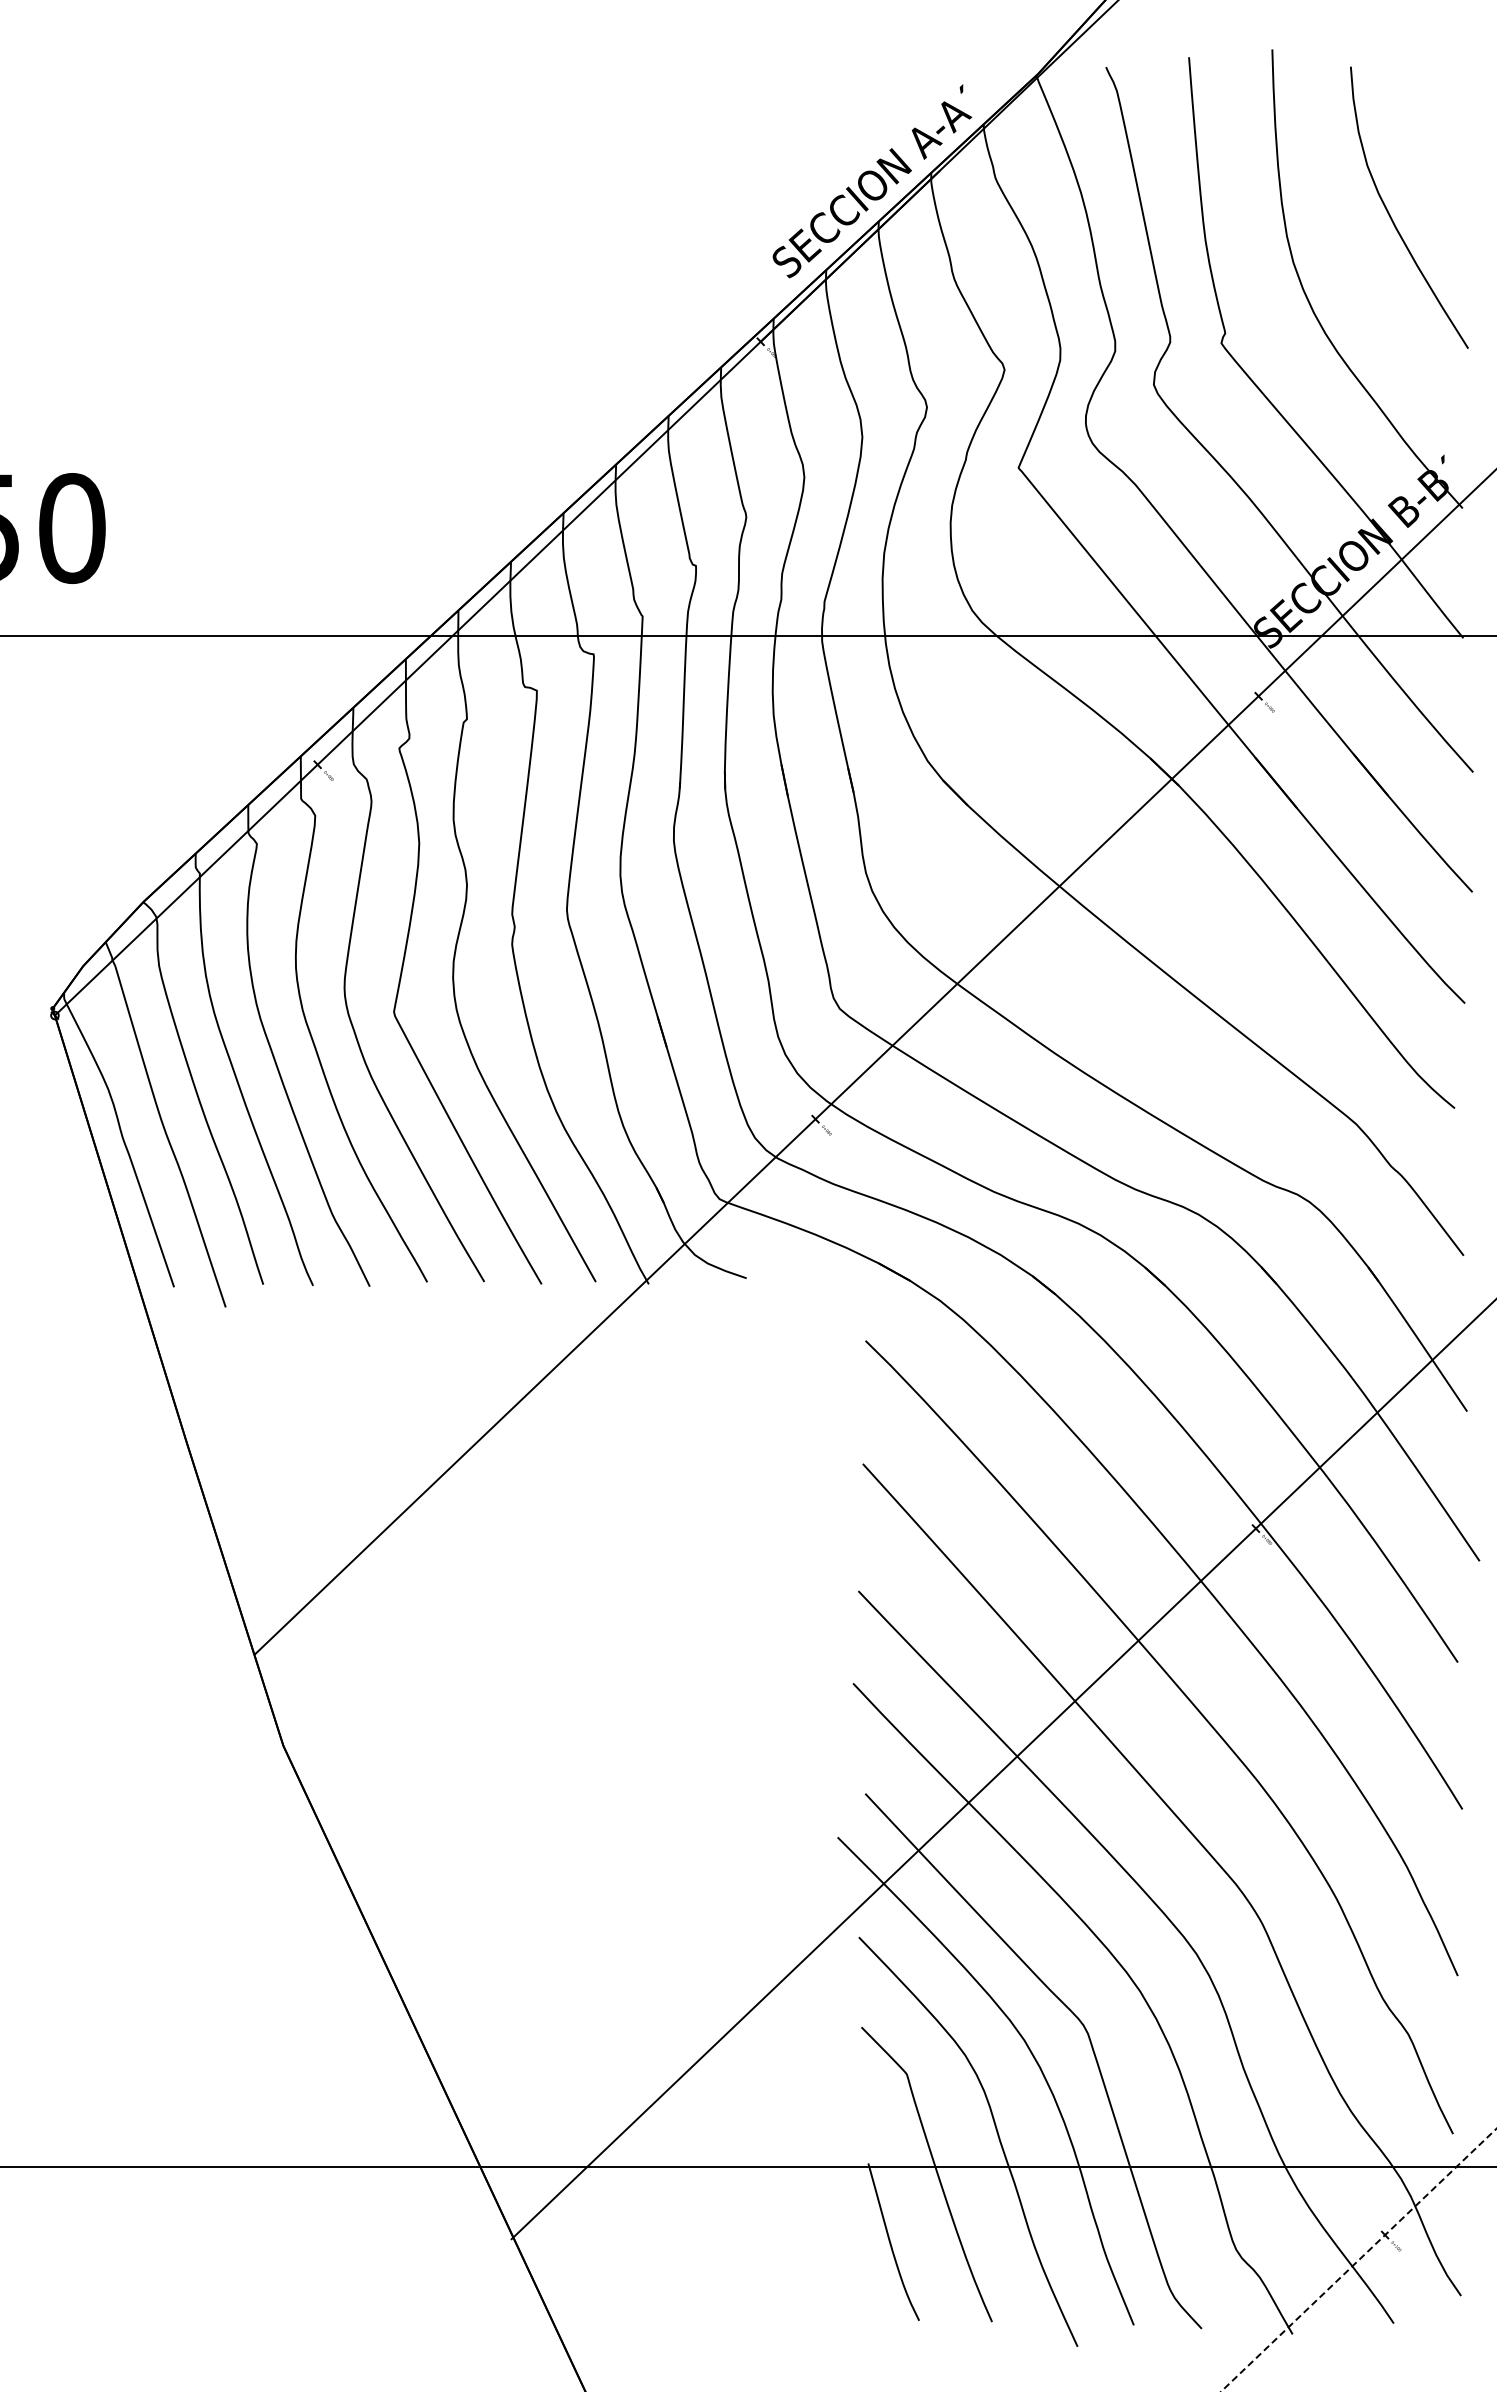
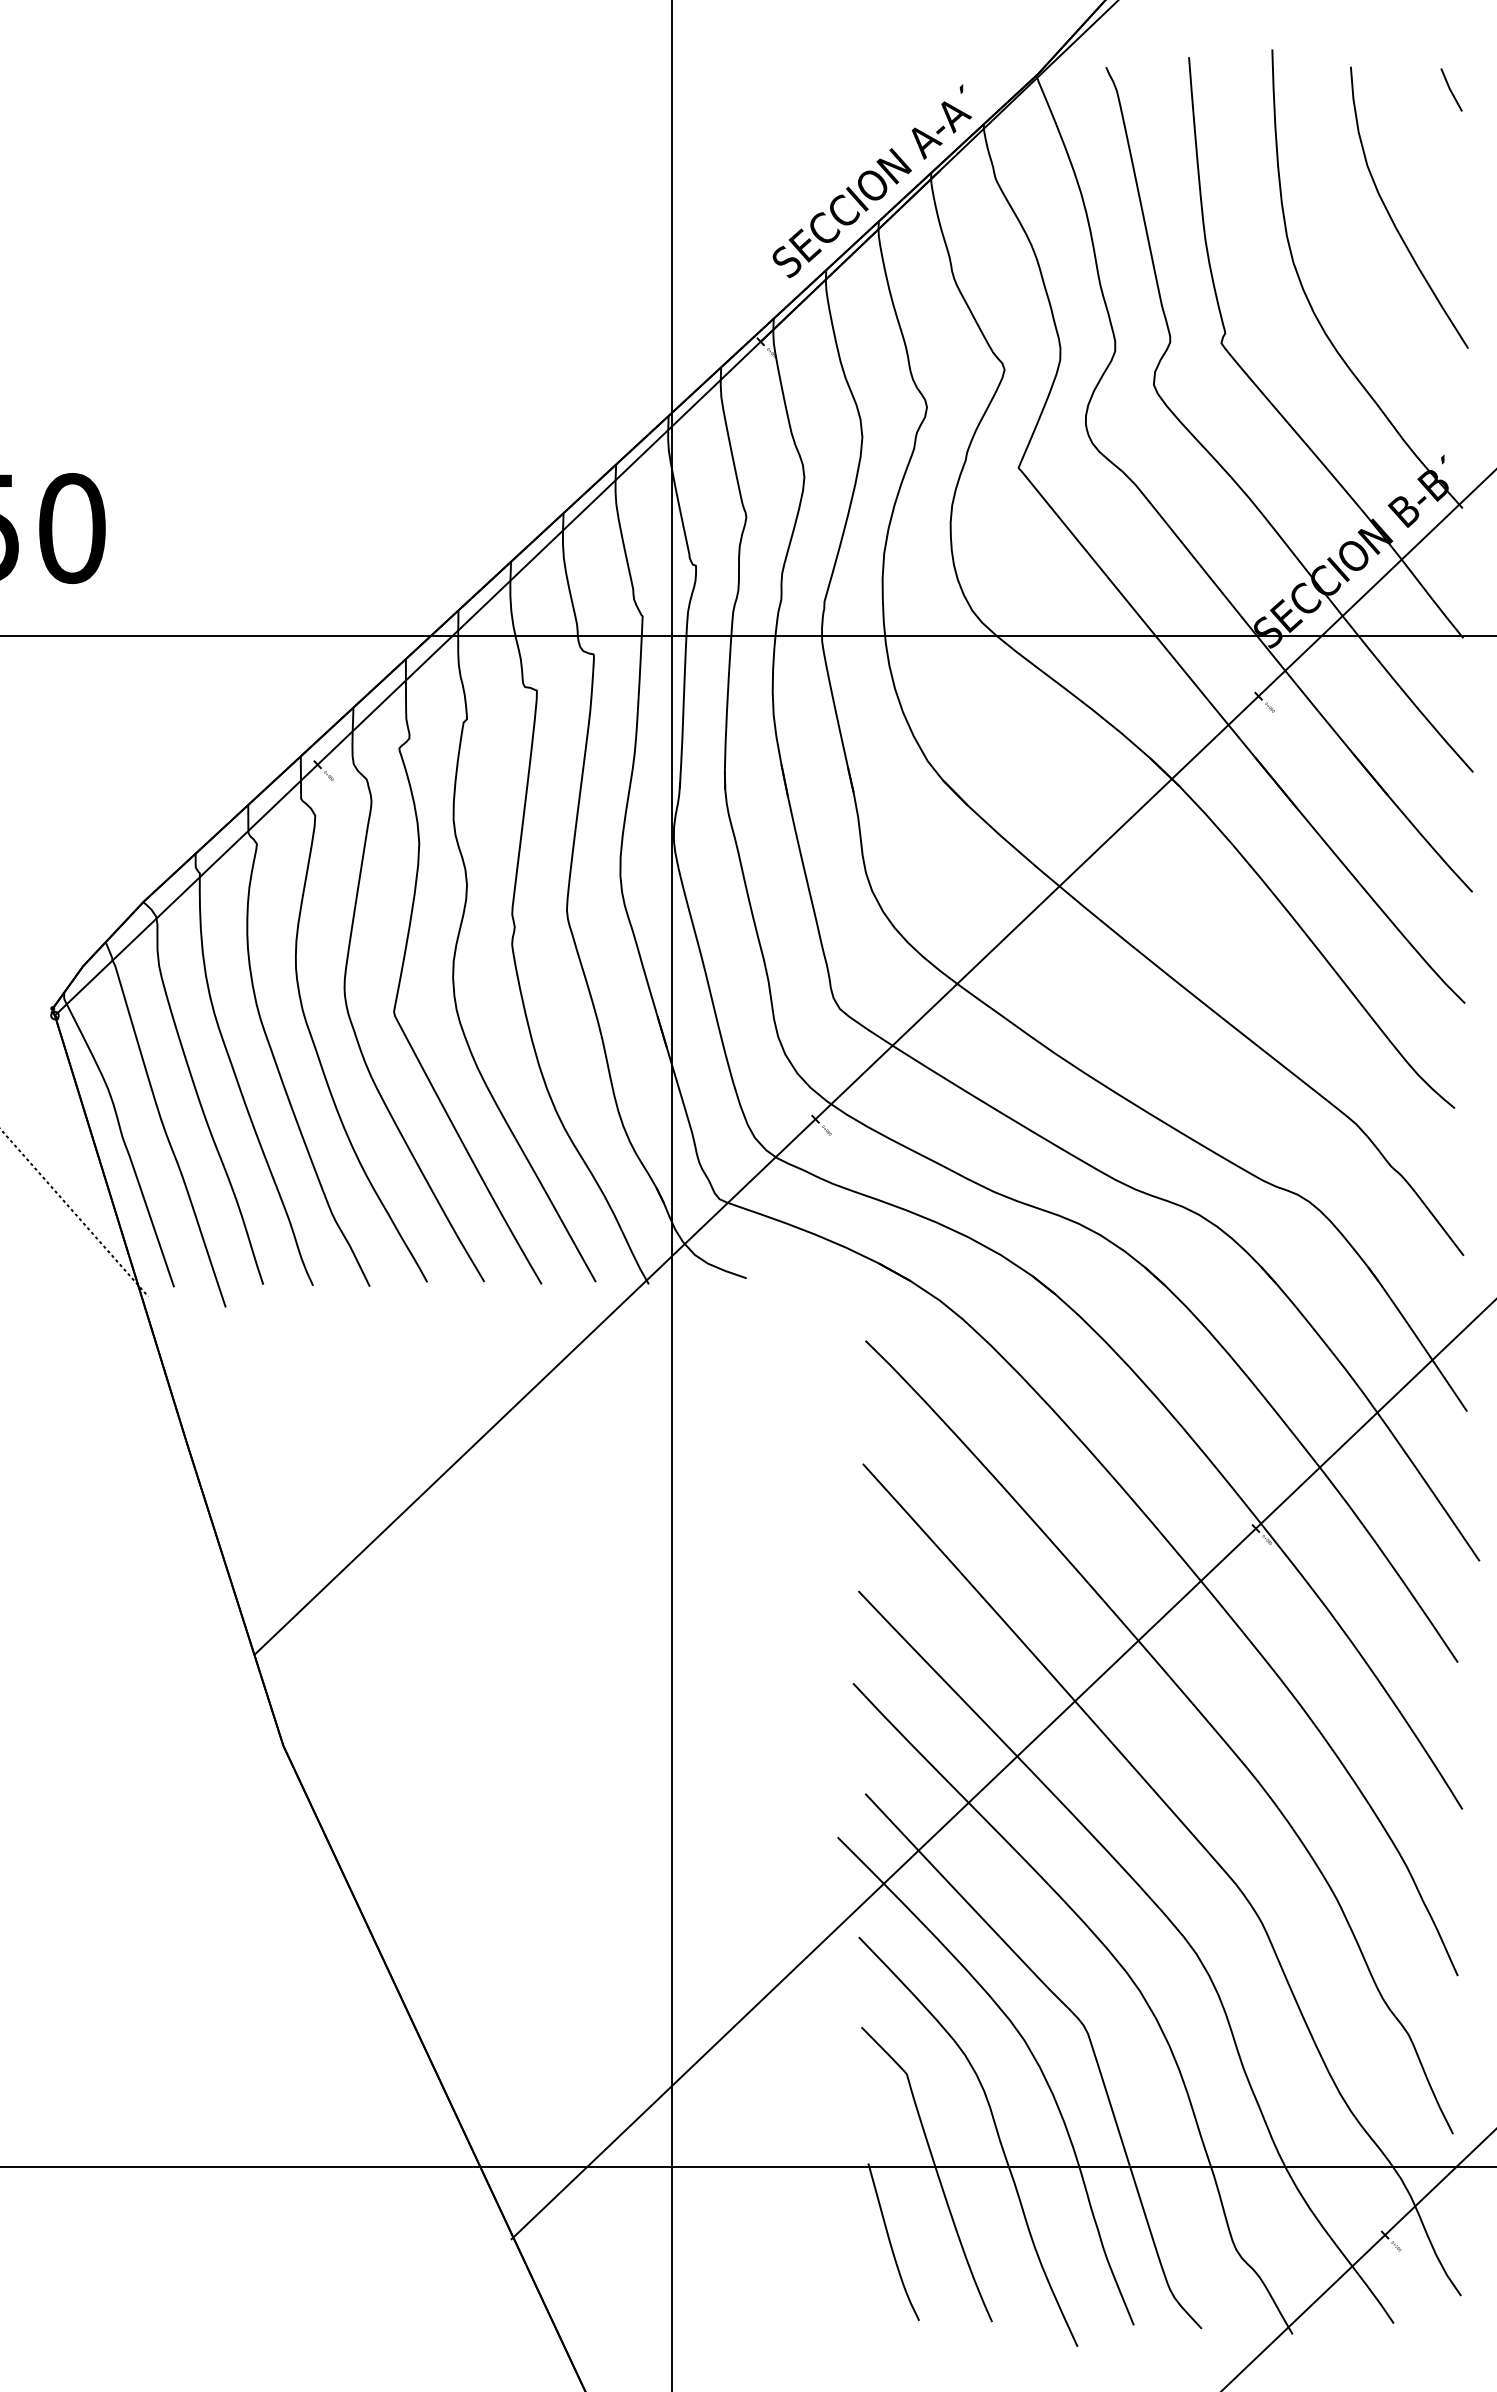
line at (1451, 89): none -> present
line at (671, 1195): none -> present
line at (75, 1213): none -> present
line at (1358, 2260): dashed -> solid
